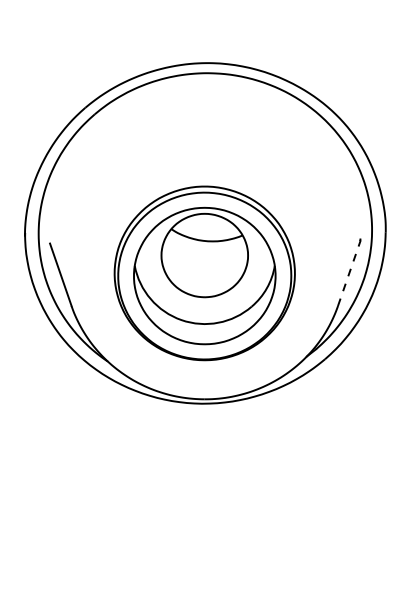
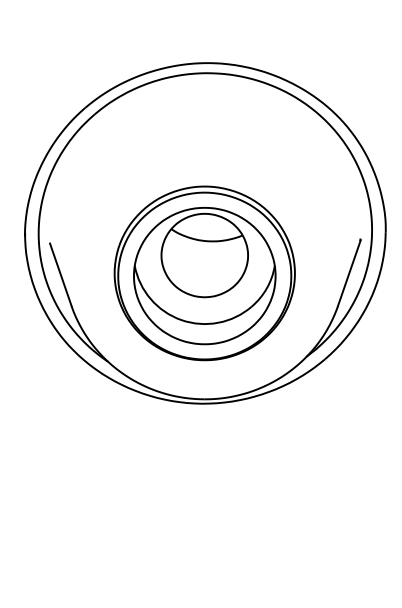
line at (349, 273): dashed -> solid
